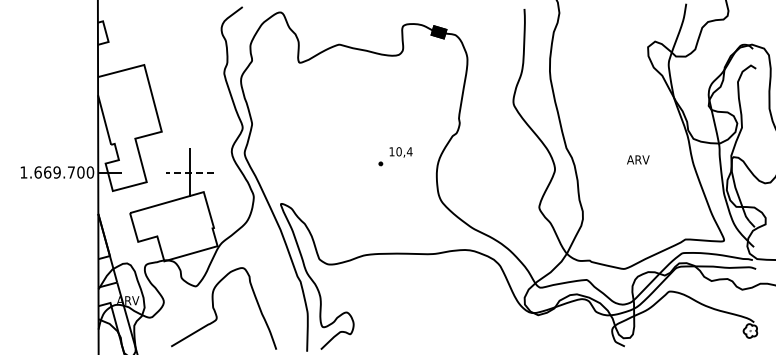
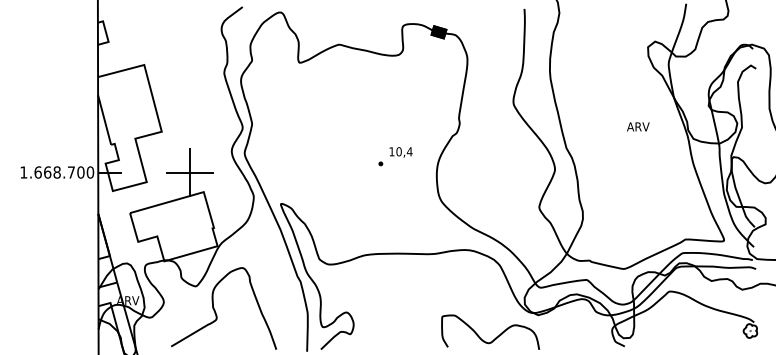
text at (638, 159) position: (638, 159) -> (638, 126)
text at (56, 172): 1.669.700 -> 1.668.700
line at (189, 172): dashed -> solid
curve at (496, 336): none -> present
